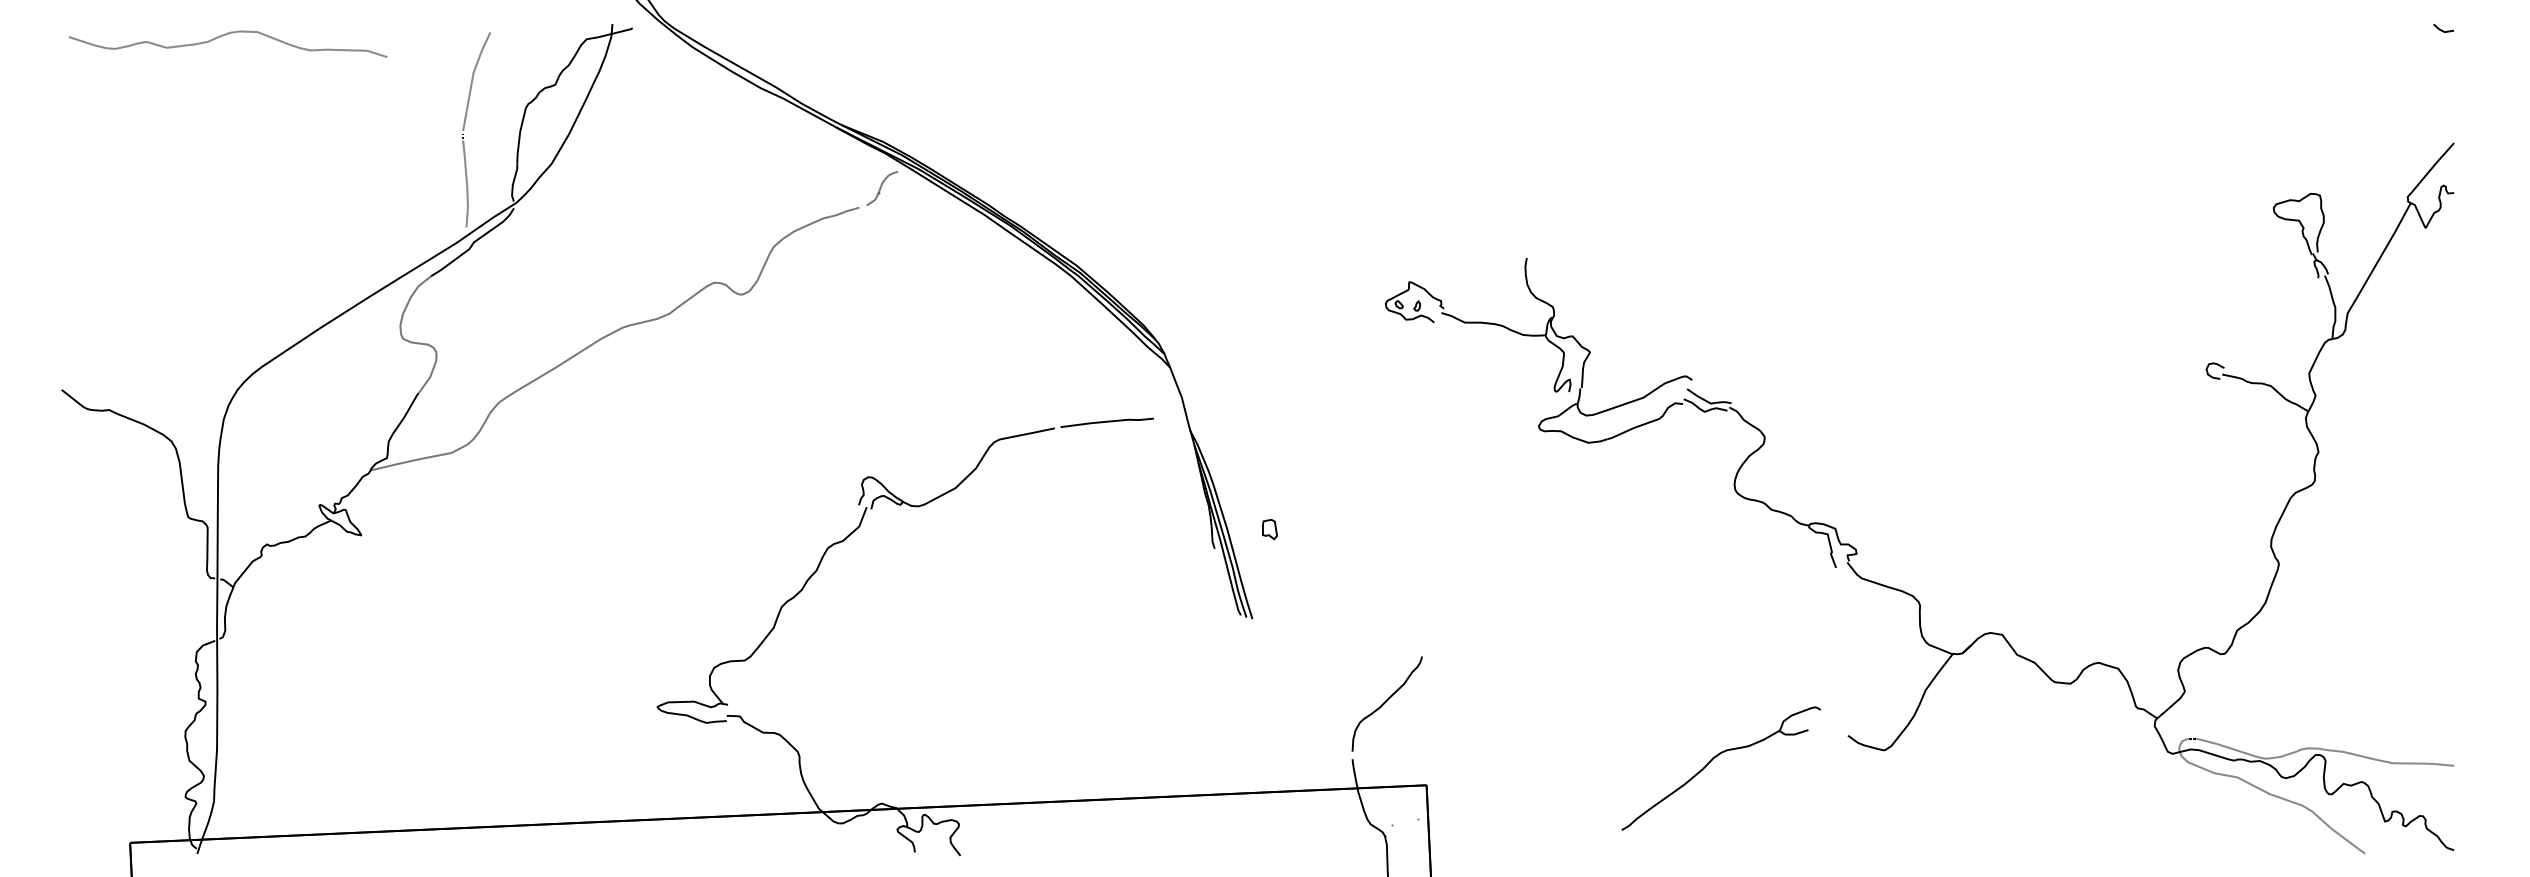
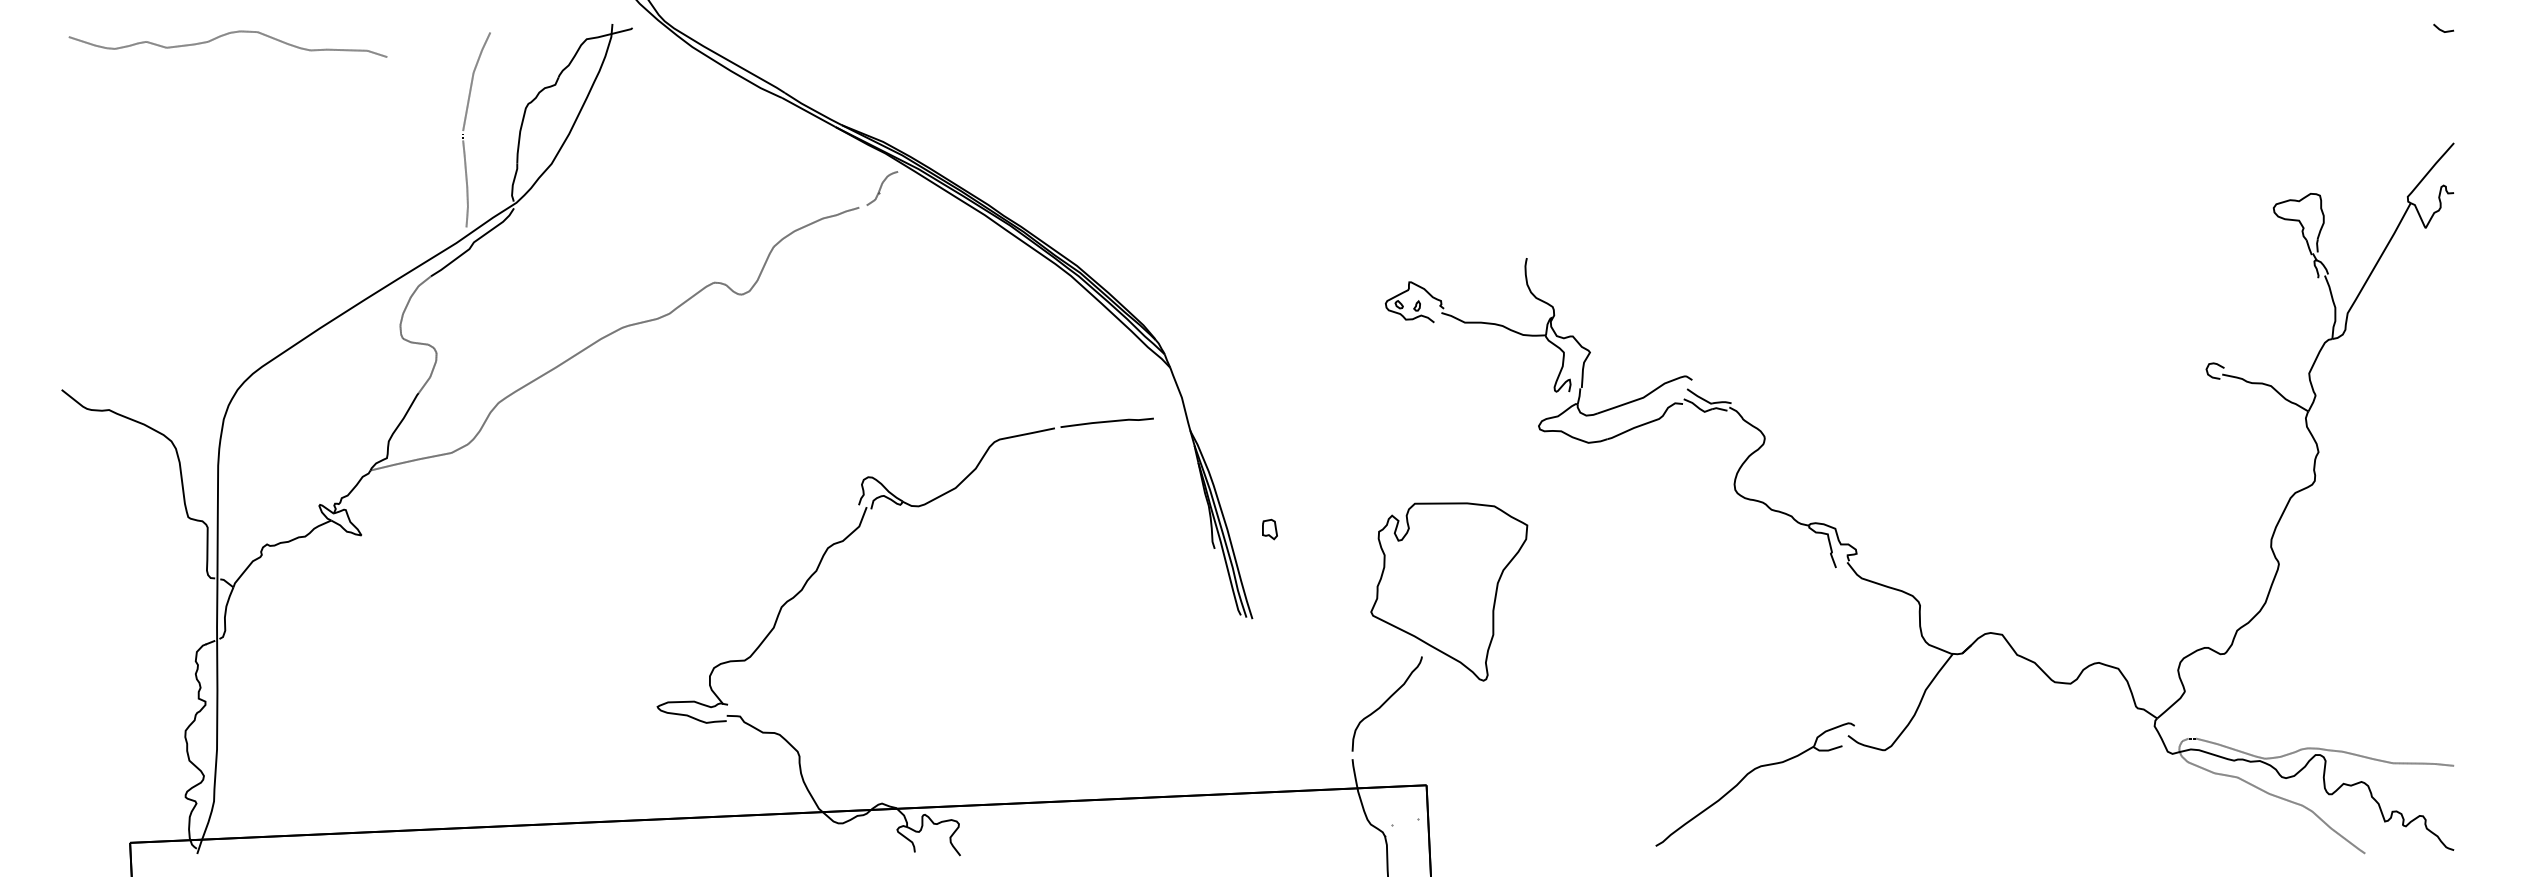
part at (1449, 591): none -> present
part at (1712, 760) position: (1712, 760) -> (1746, 776)
